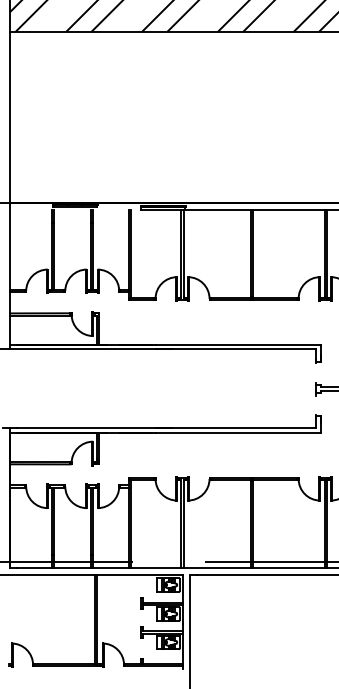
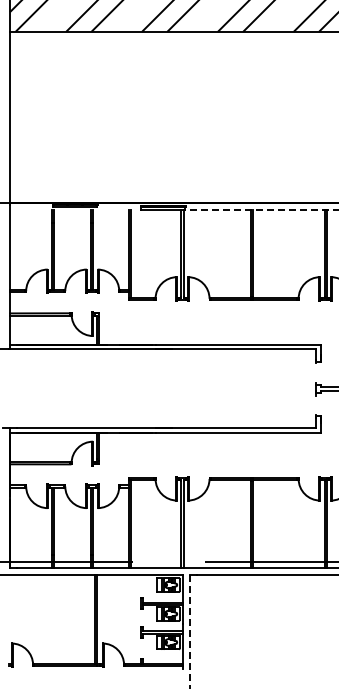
line at (261, 209): solid -> dashed
line at (190, 631): solid -> dashed
